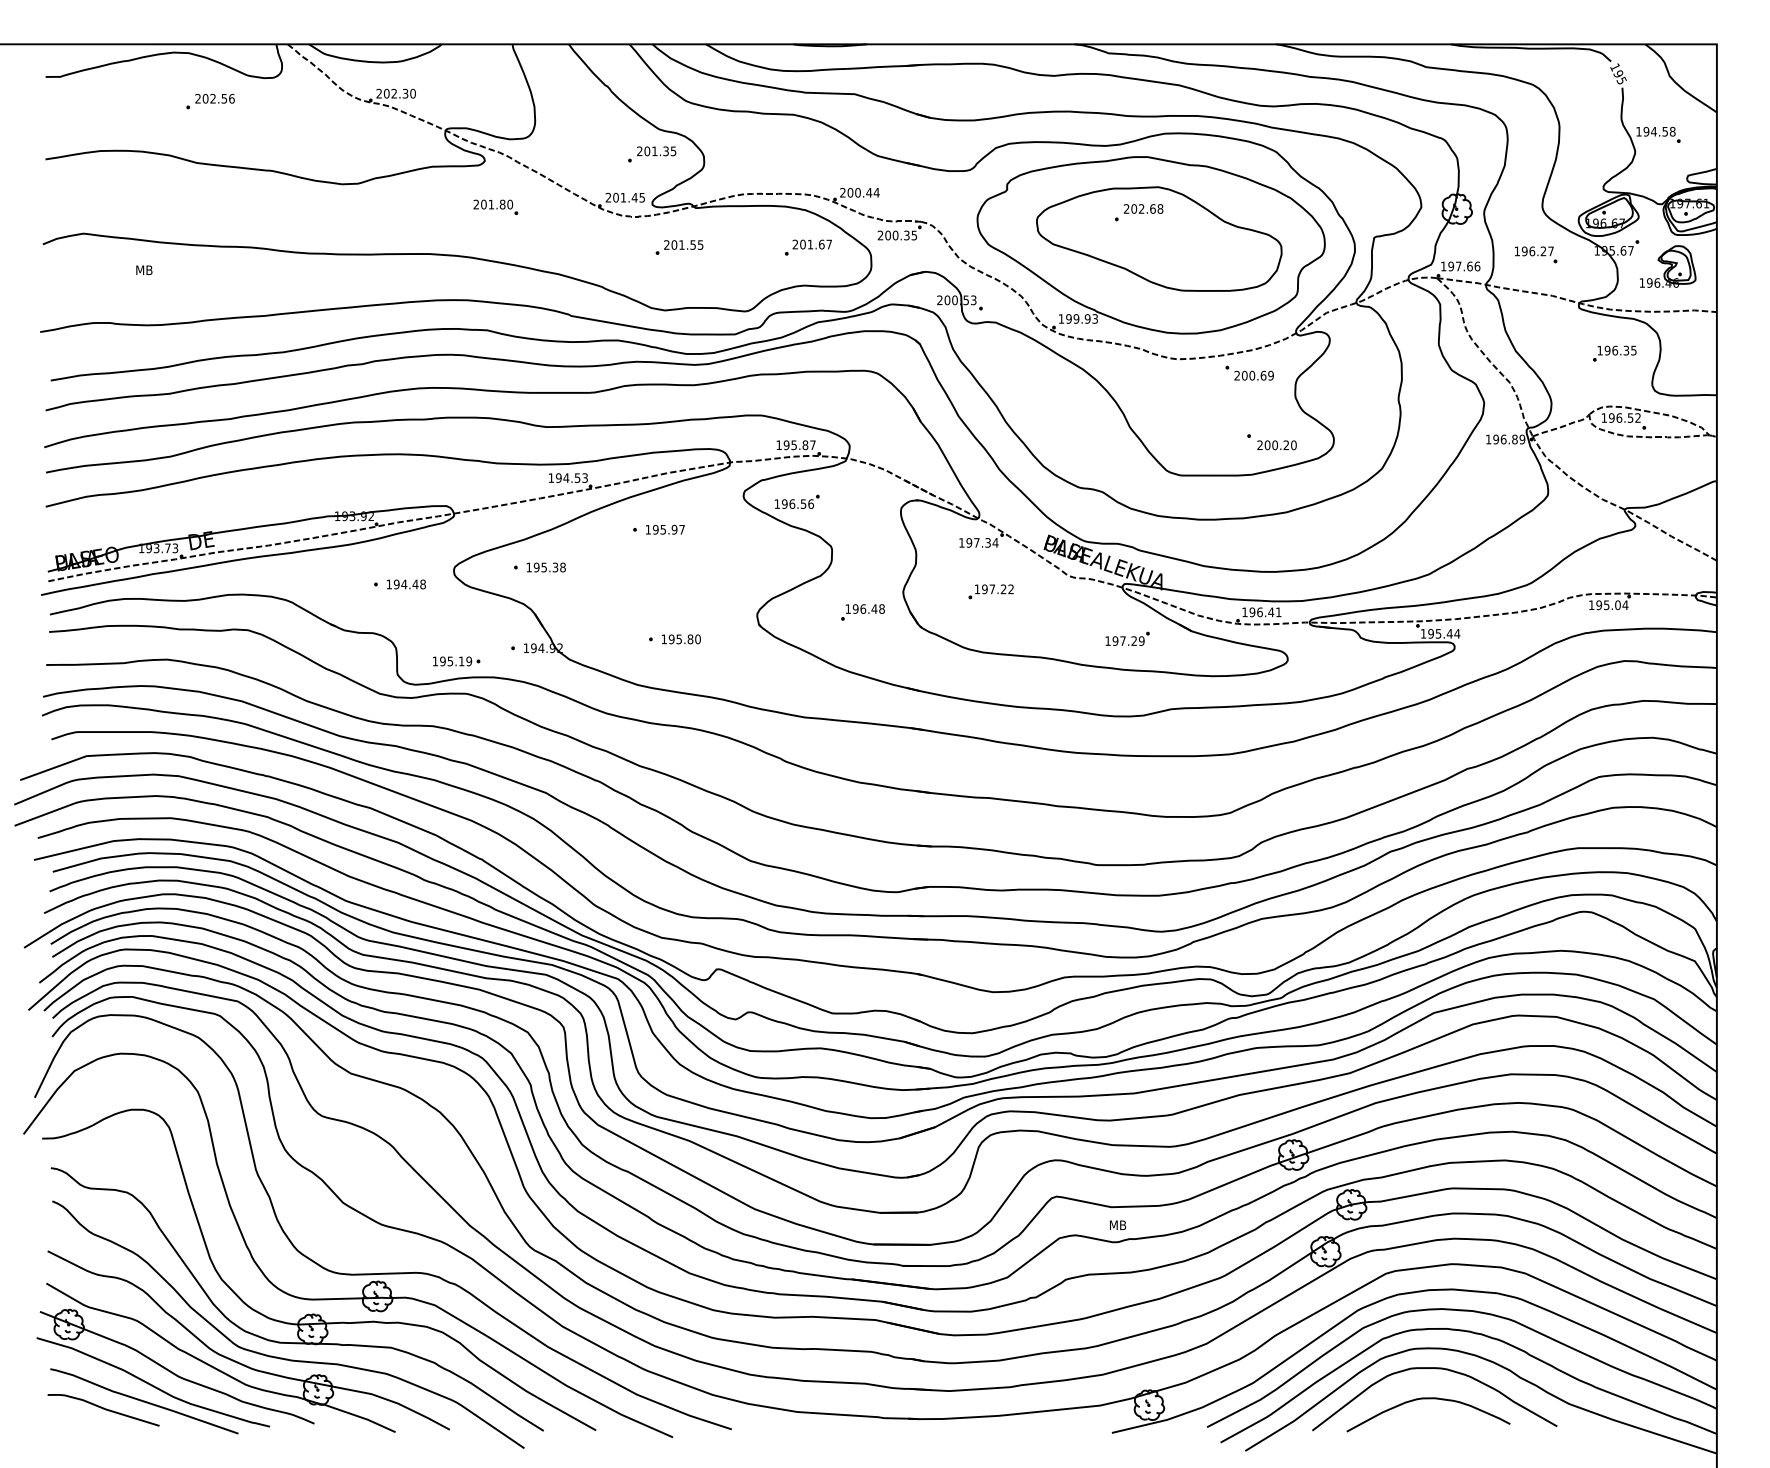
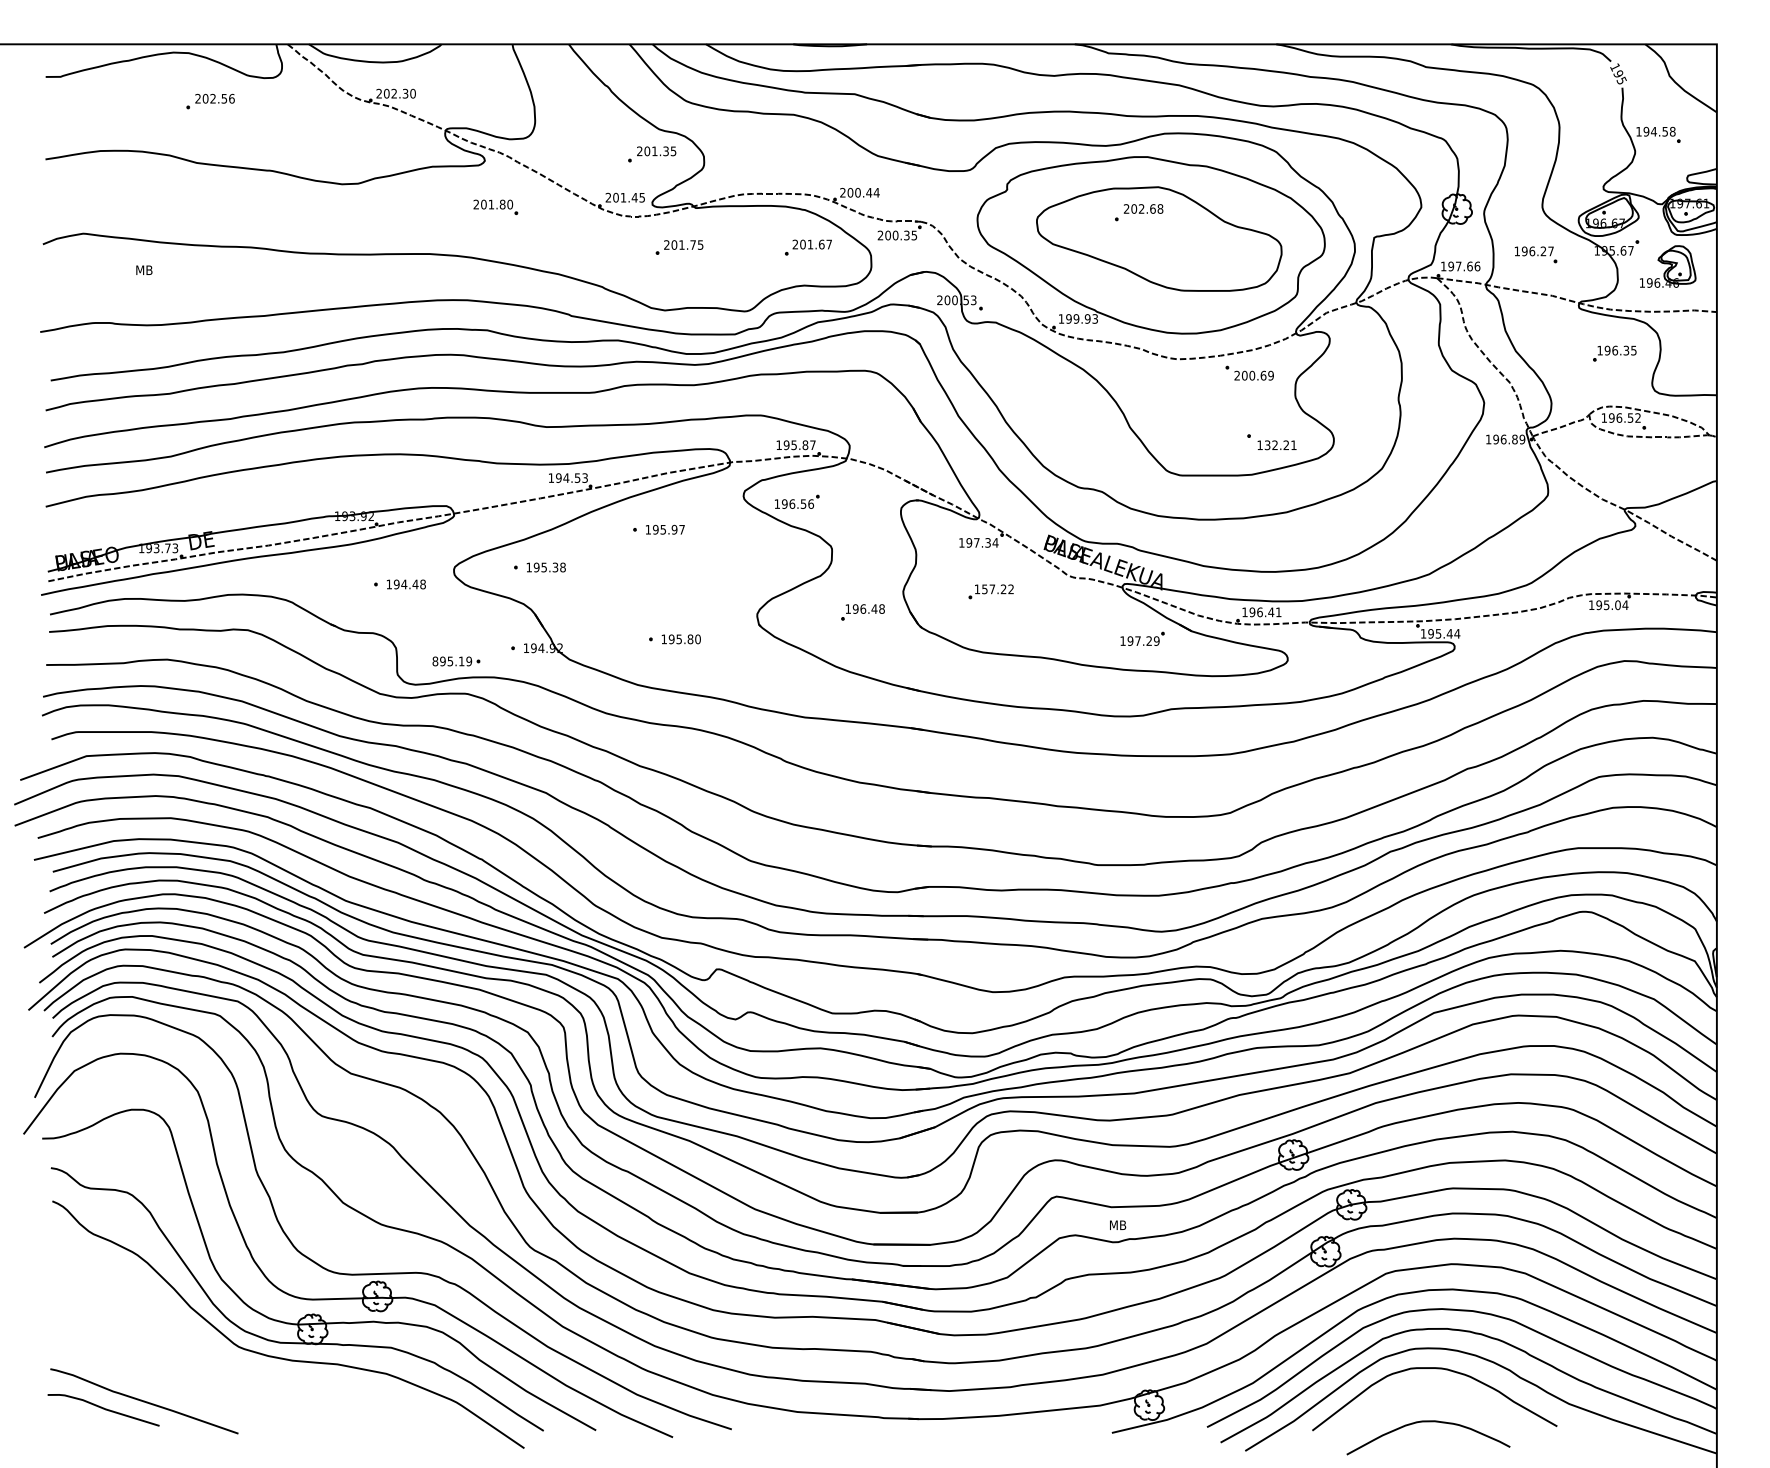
text at (692, 244): 201.55 -> 201.75
text at (1276, 445): 200.20 -> 132.21
text at (984, 588): 197.22 -> 157.22
part at (1127, 638) position: (1127, 638) -> (1142, 638)
text at (435, 661): 195.19 -> 895.19
part at (233, 1359): present -> none
curve at (1428, 1399) position: (1428, 1399) -> (1428, 1422)
